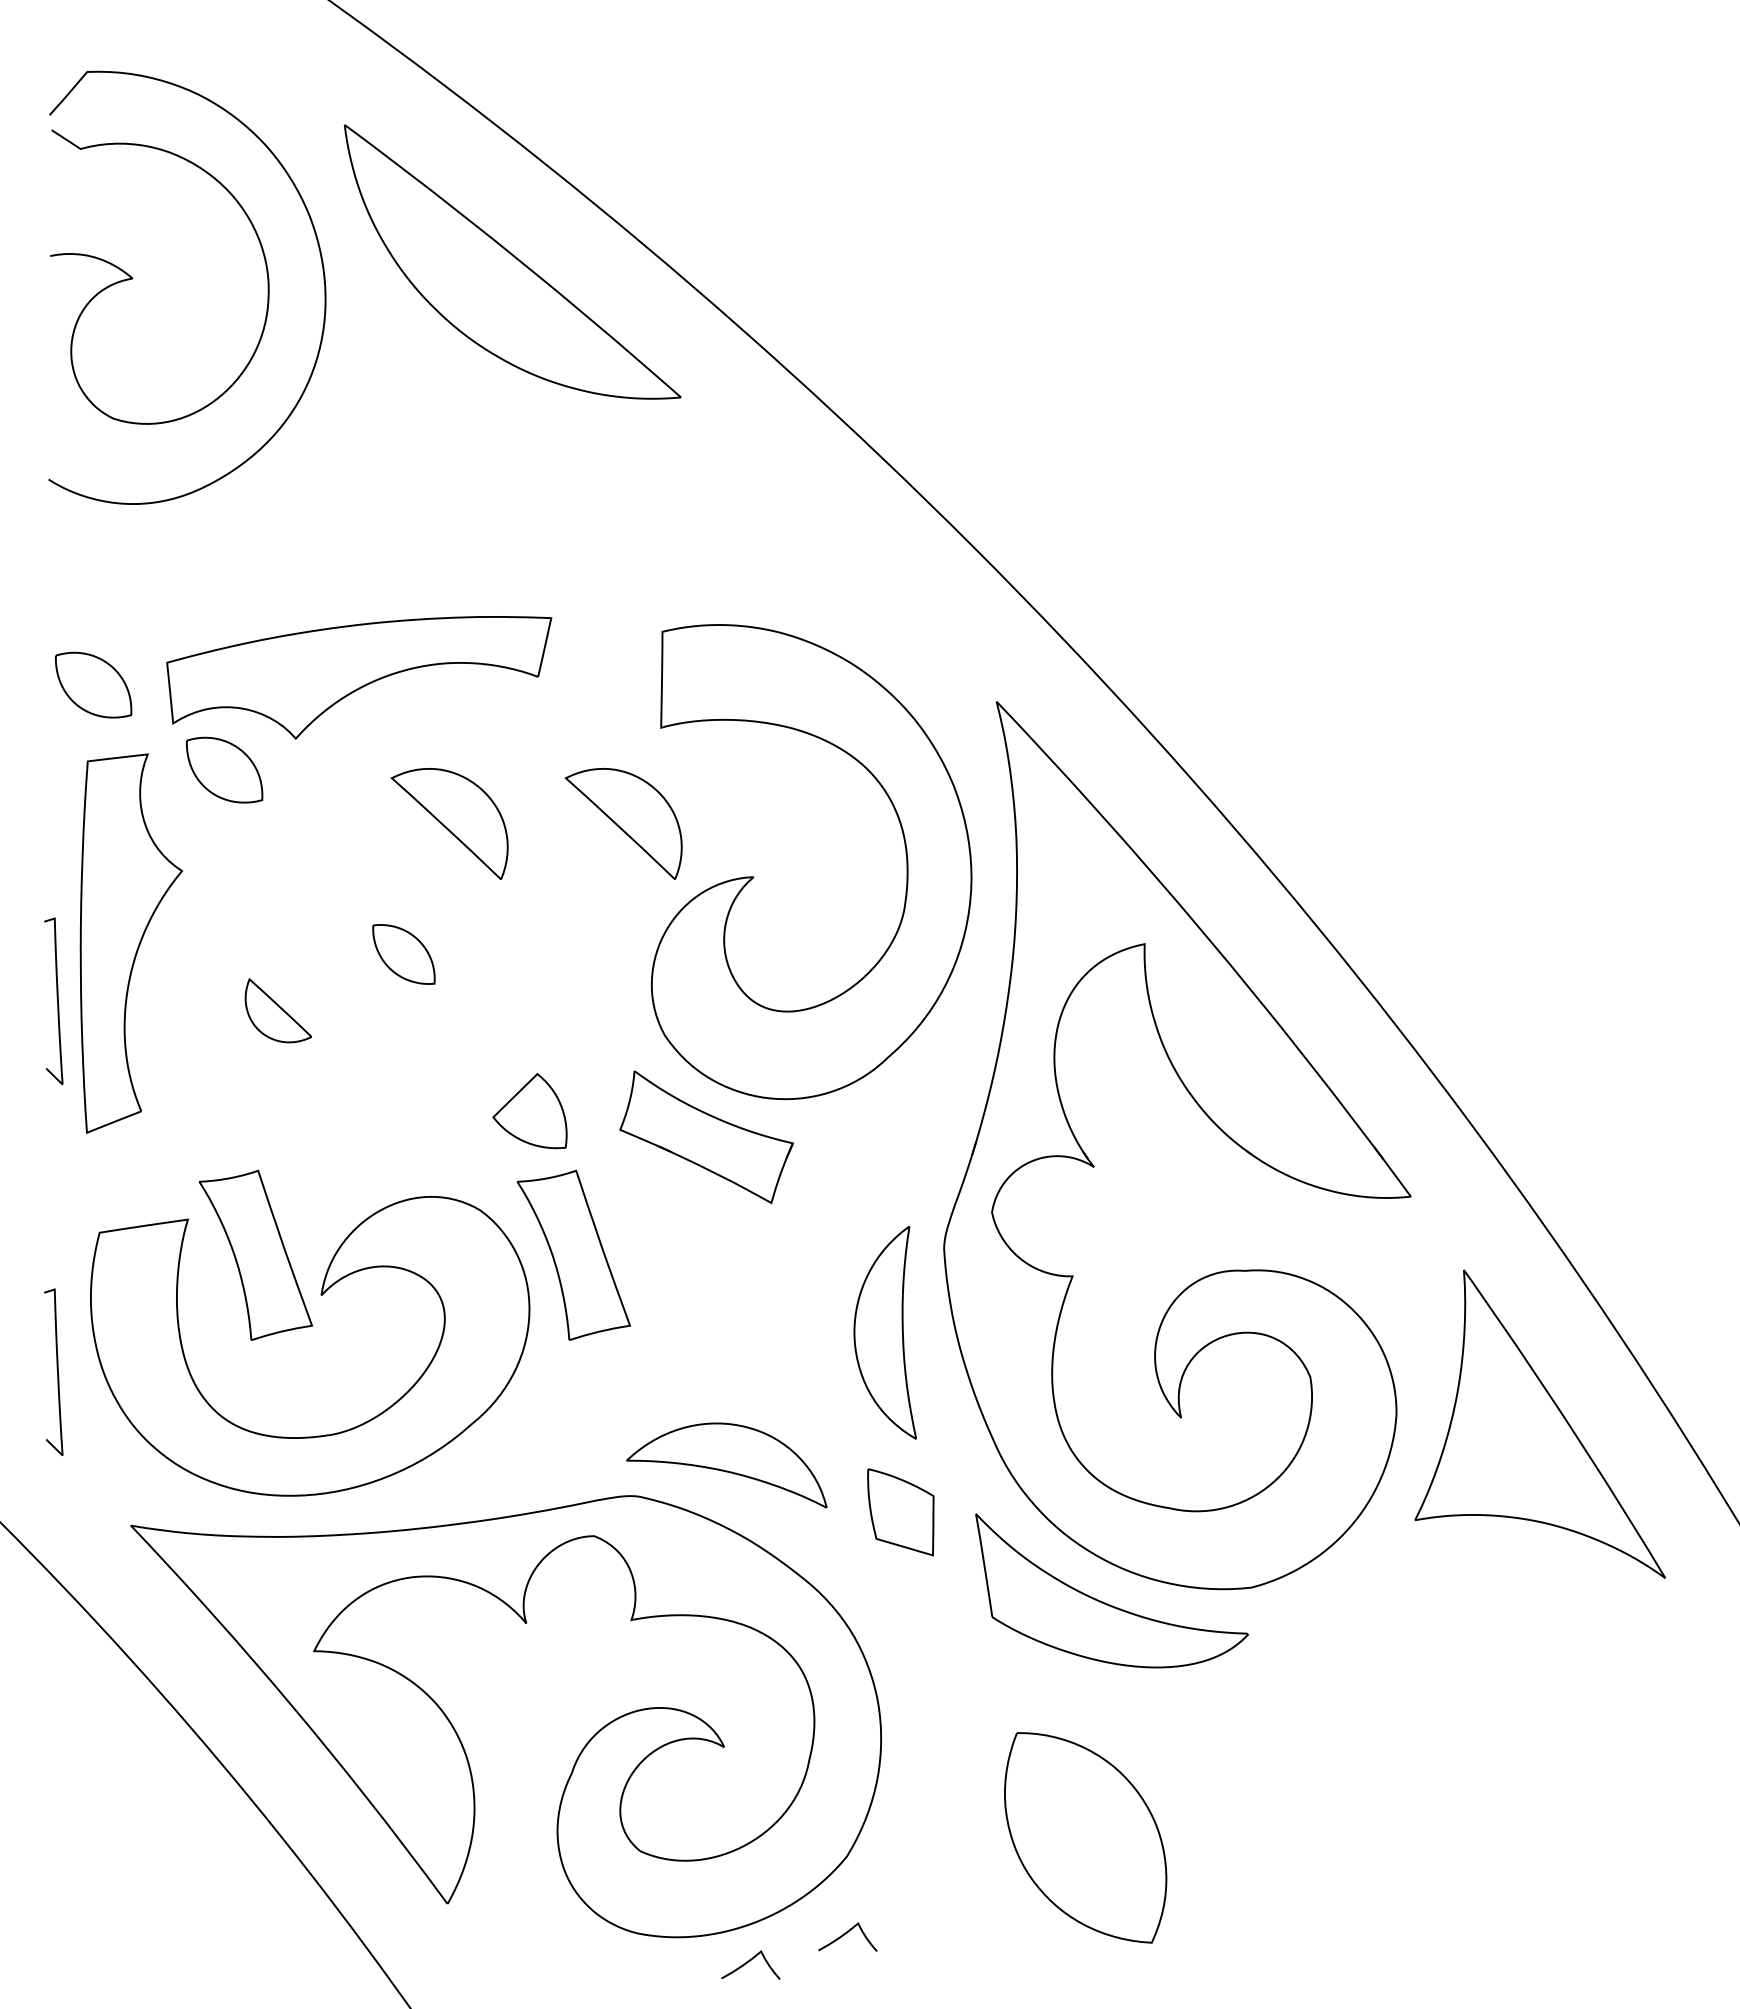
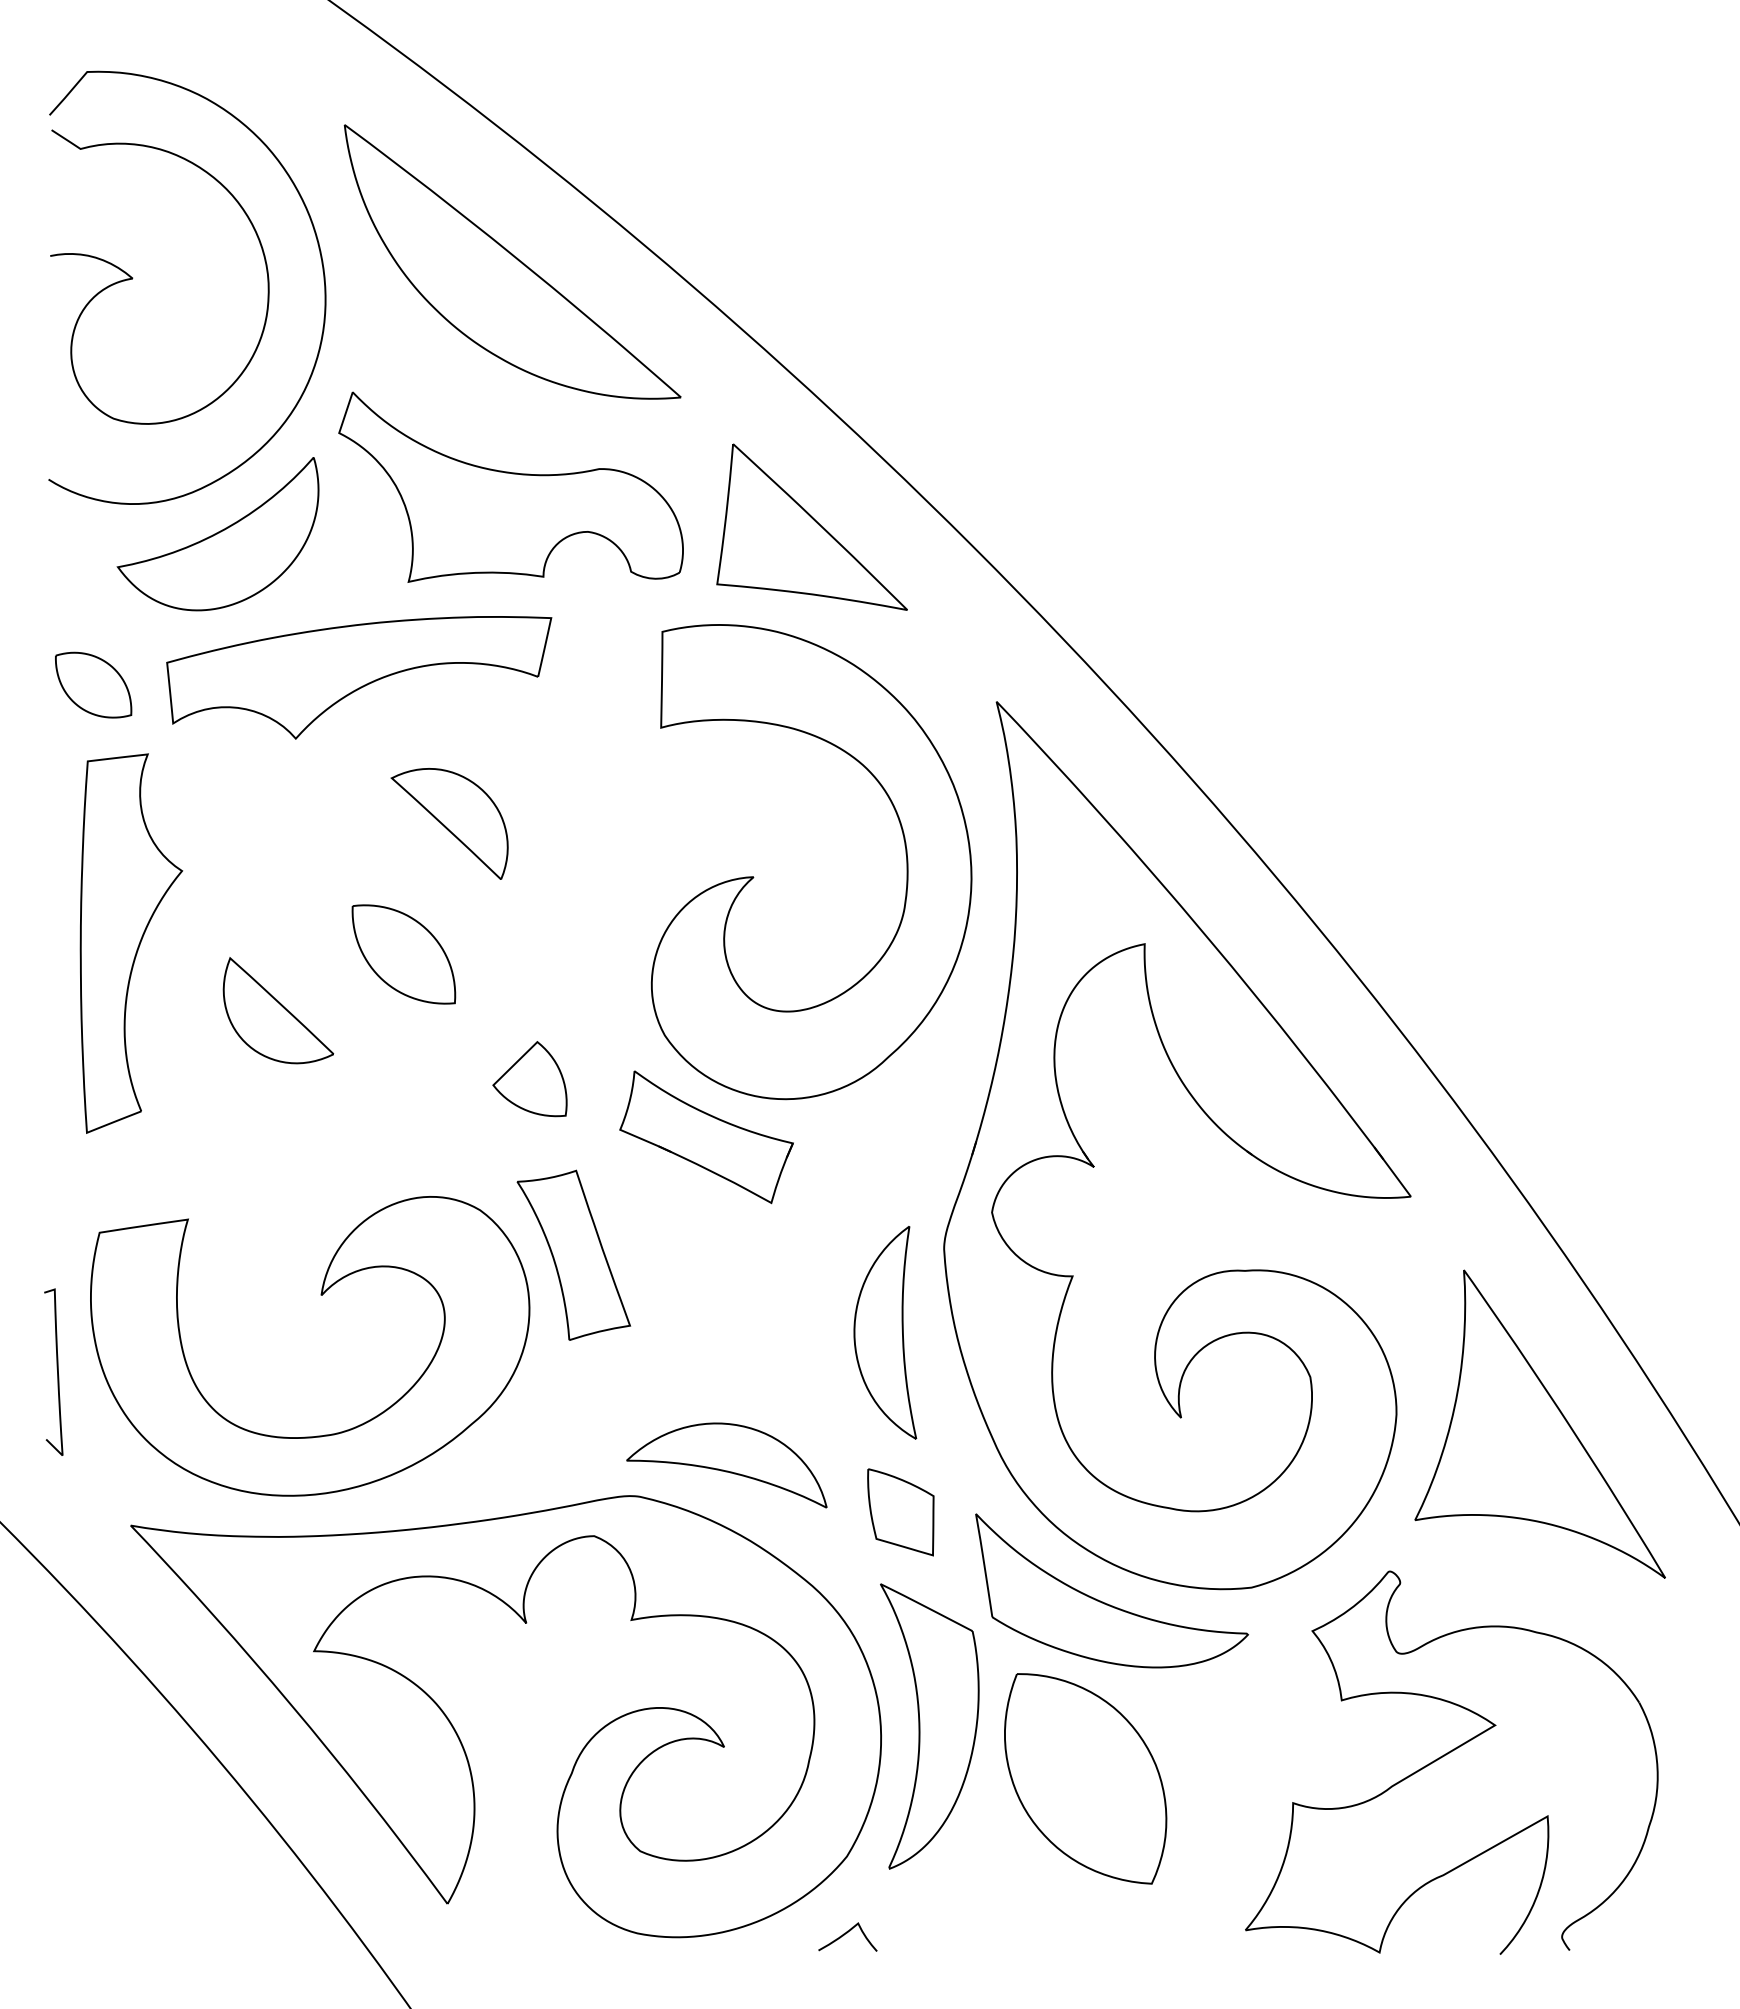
part at (510, 486): none -> present
part at (811, 526): none -> present
part at (217, 534): none -> present
part at (224, 769): present -> none
part at (623, 823): present -> none
part at (403, 954) size: 64x61 px -> 106x101 px
curve at (57, 1000): present -> none
part at (277, 1010) size: 68x66 px -> 113x108 px
part at (529, 1111) position: (529, 1111) -> (529, 1079)
part at (255, 1254): present -> none
part at (929, 1726): none -> present
part at (1448, 1754): none -> present
part at (1085, 1837) position: (1085, 1837) -> (1085, 1778)
curve at (748, 1962): present -> none
